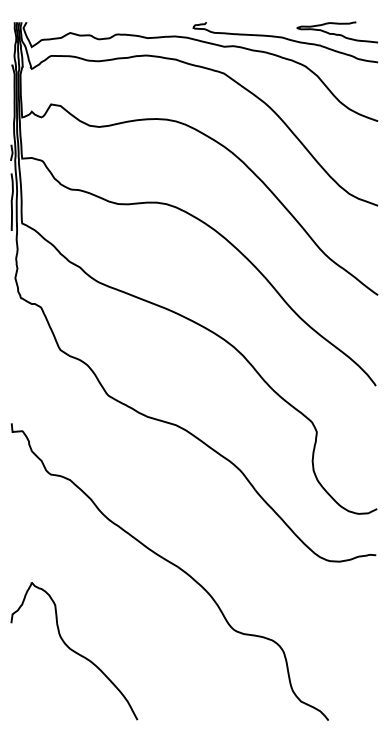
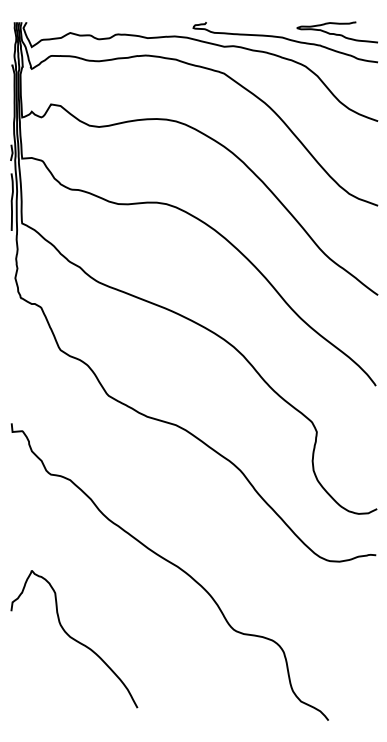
curve at (74, 651) position: (74, 651) -> (74, 639)
